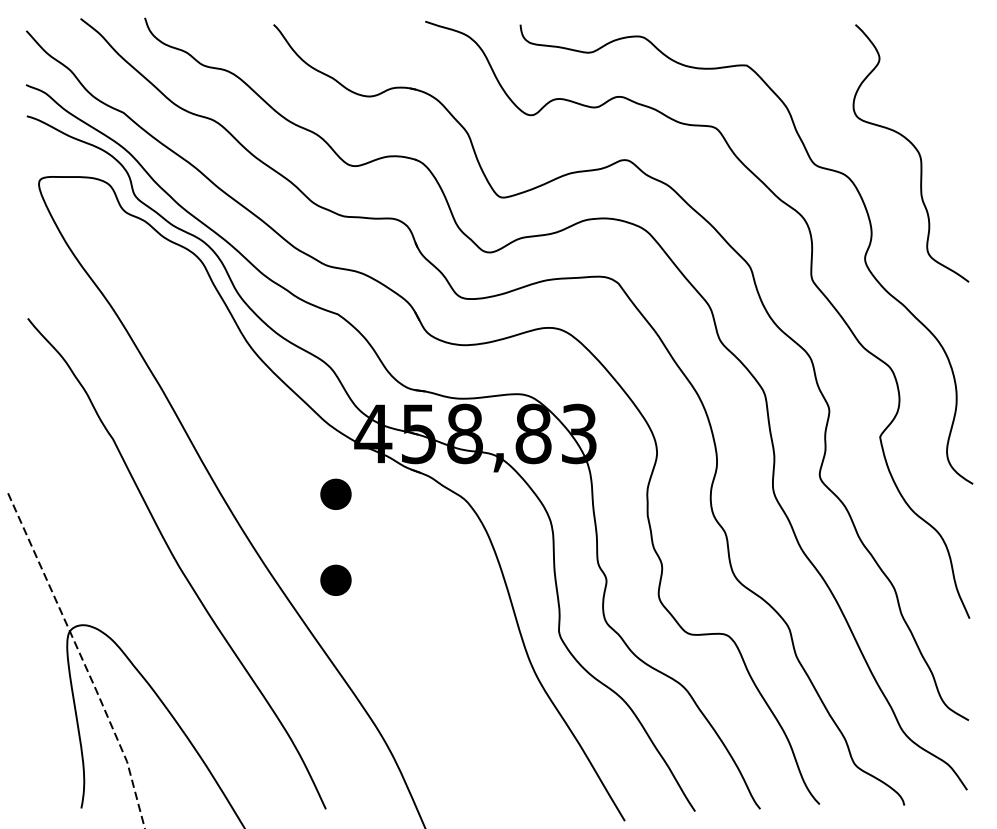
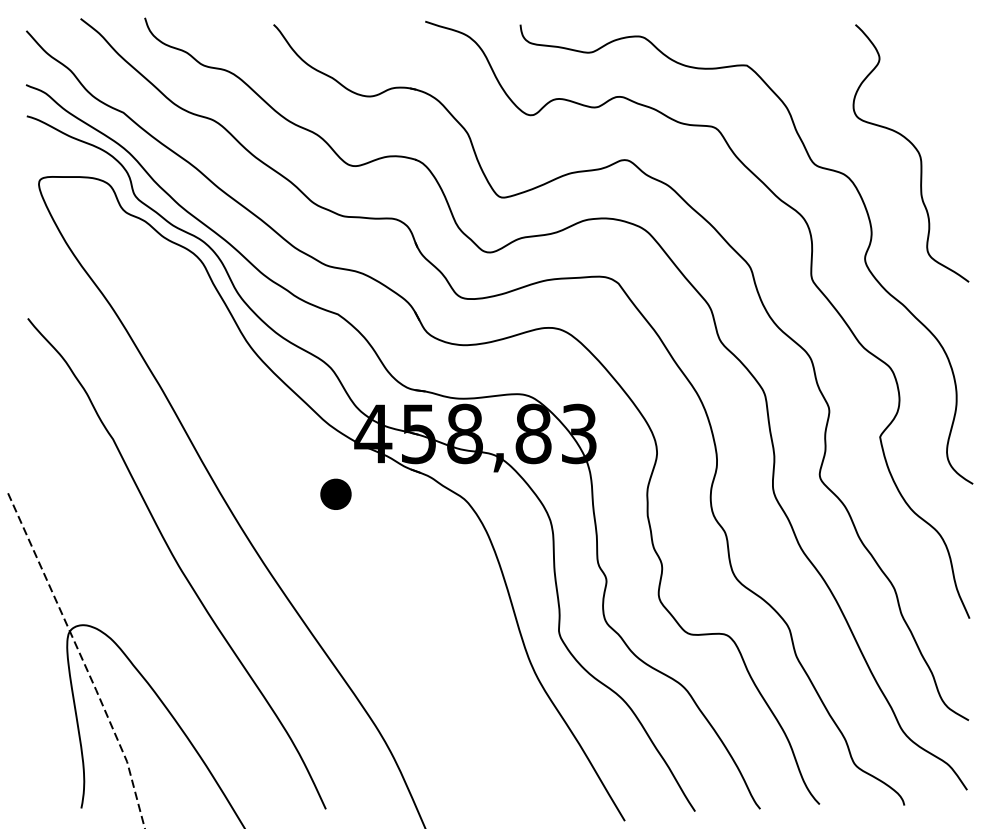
part at (335, 579): present -> none
